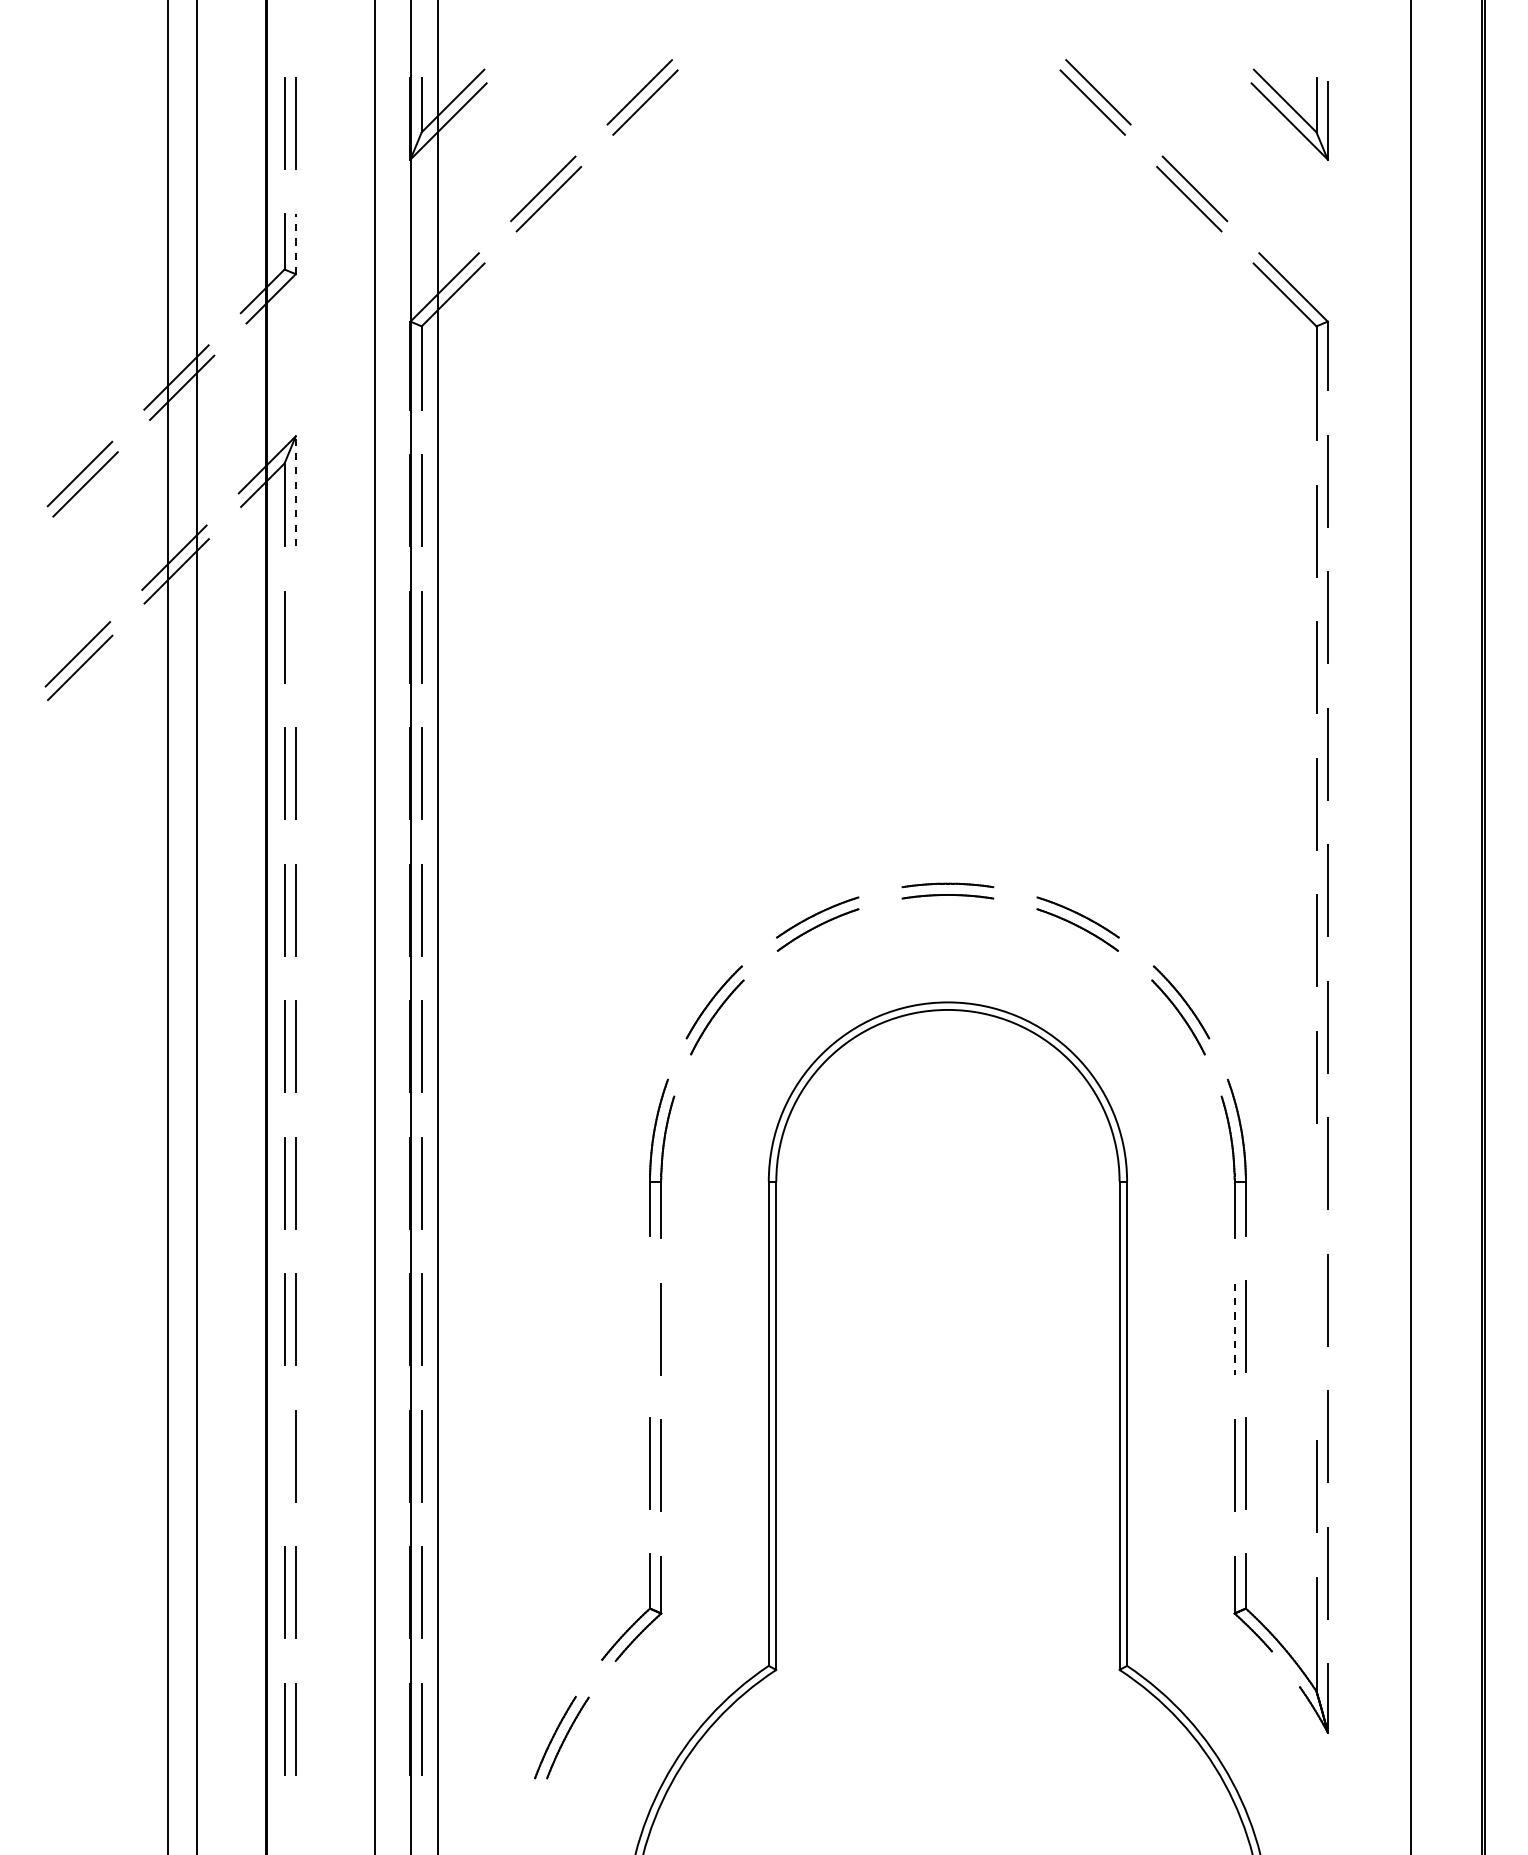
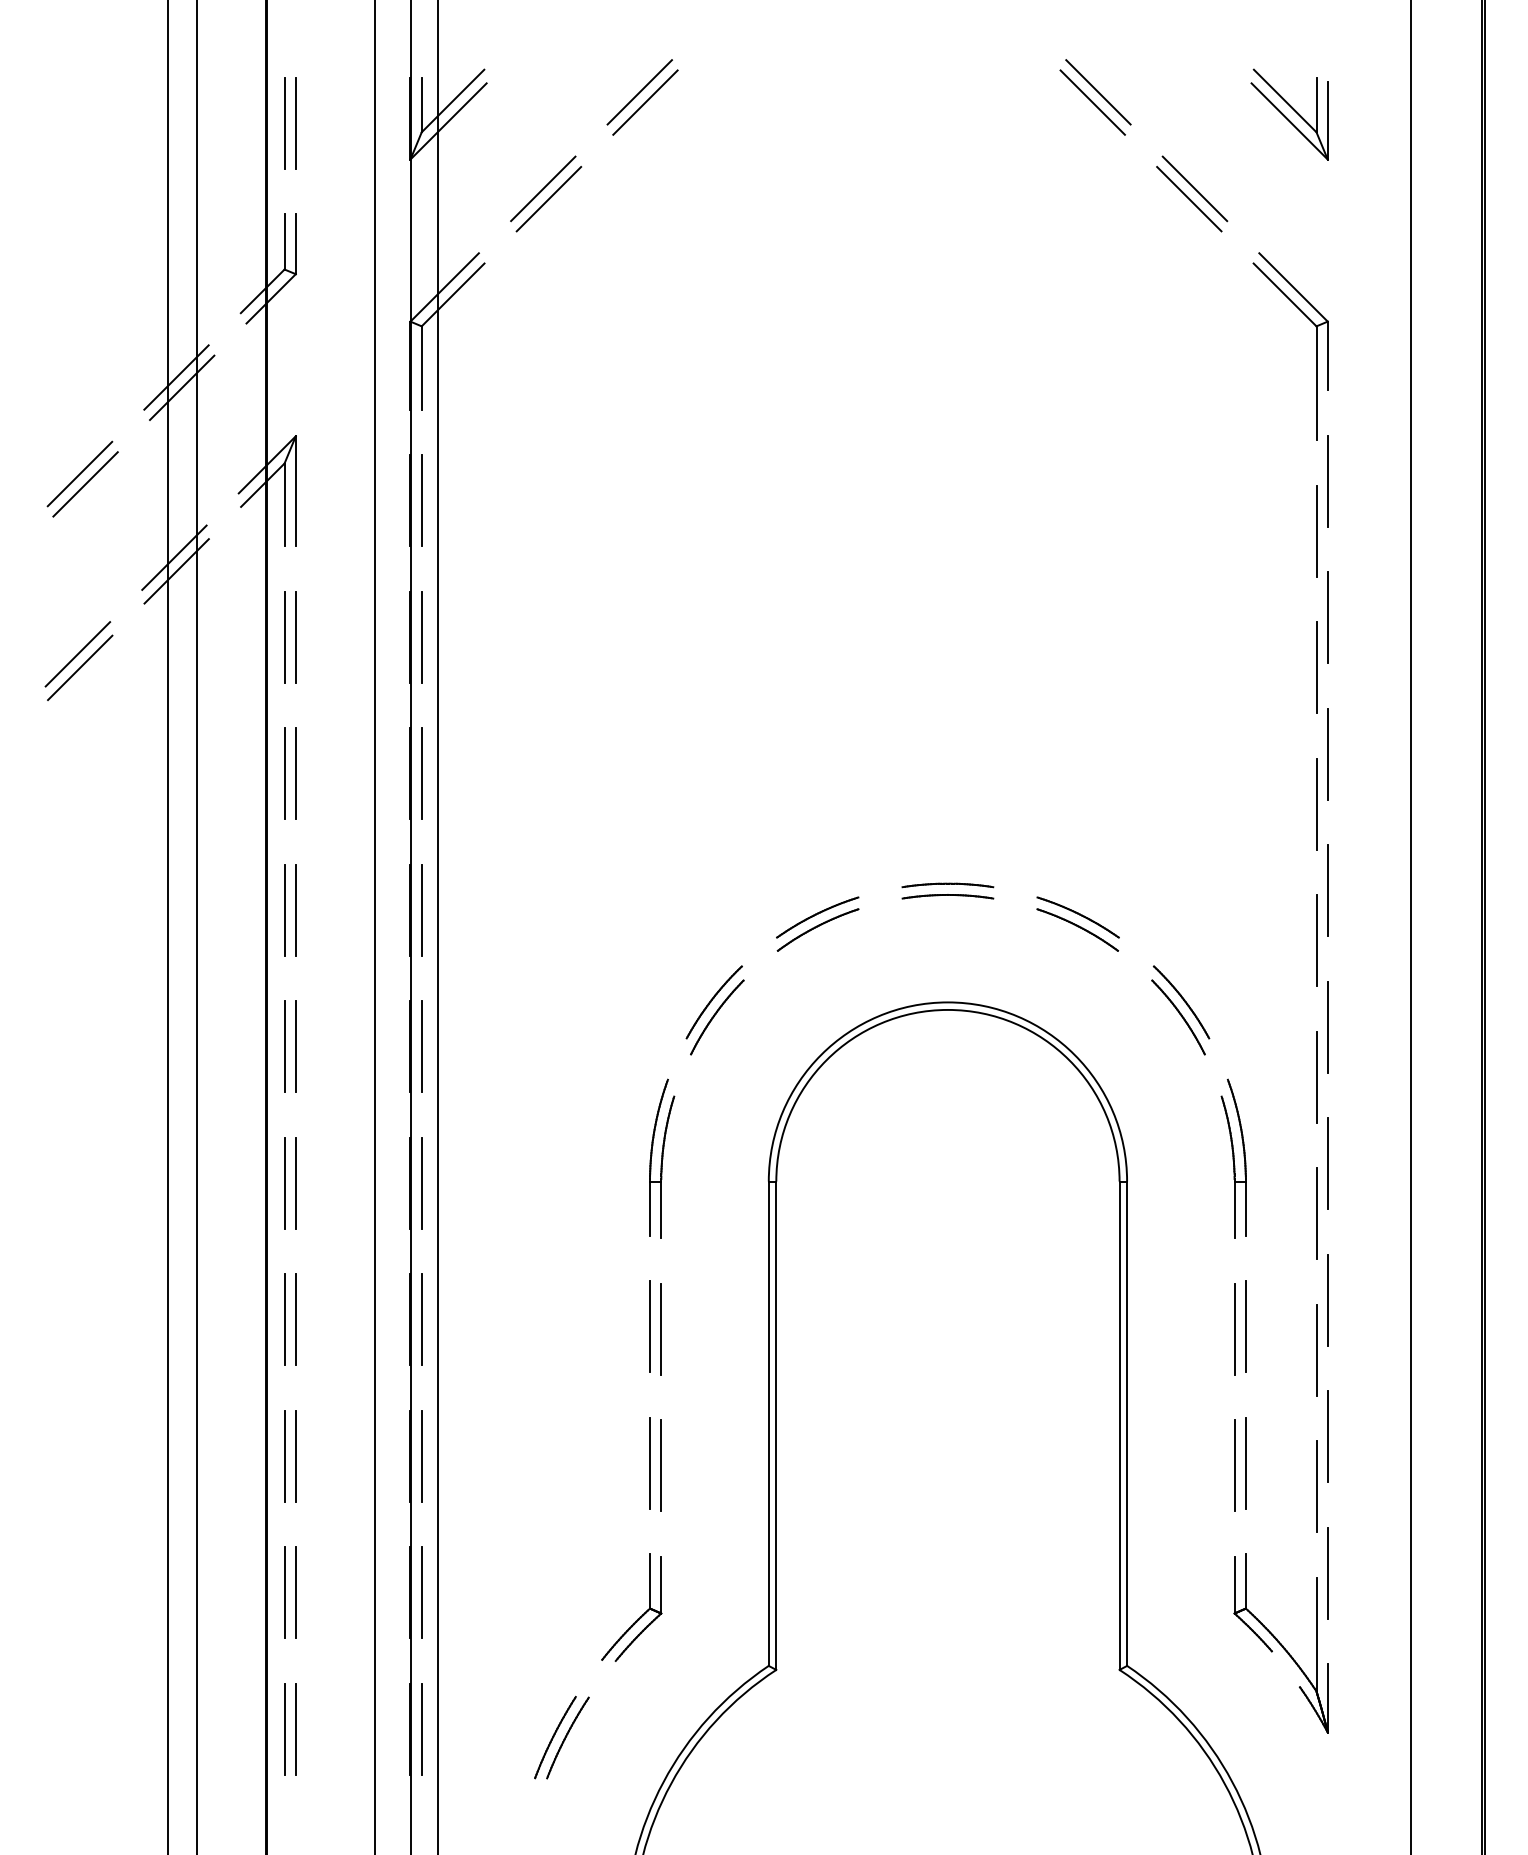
line at (295, 244): dashed -> solid
line at (295, 491): dashed -> solid
line at (295, 636): none -> present
line at (1316, 1213): none -> present
line at (650, 1326): none -> present
line at (1234, 1329): dashed -> solid
line at (1316, 1349): none -> present
line at (284, 1456): none -> present
